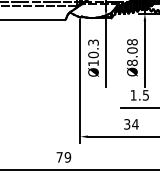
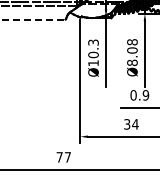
line at (33, 19): solid -> dashed
text at (139, 95): 1.5 -> 0.9
text at (67, 157): 79 -> 77
